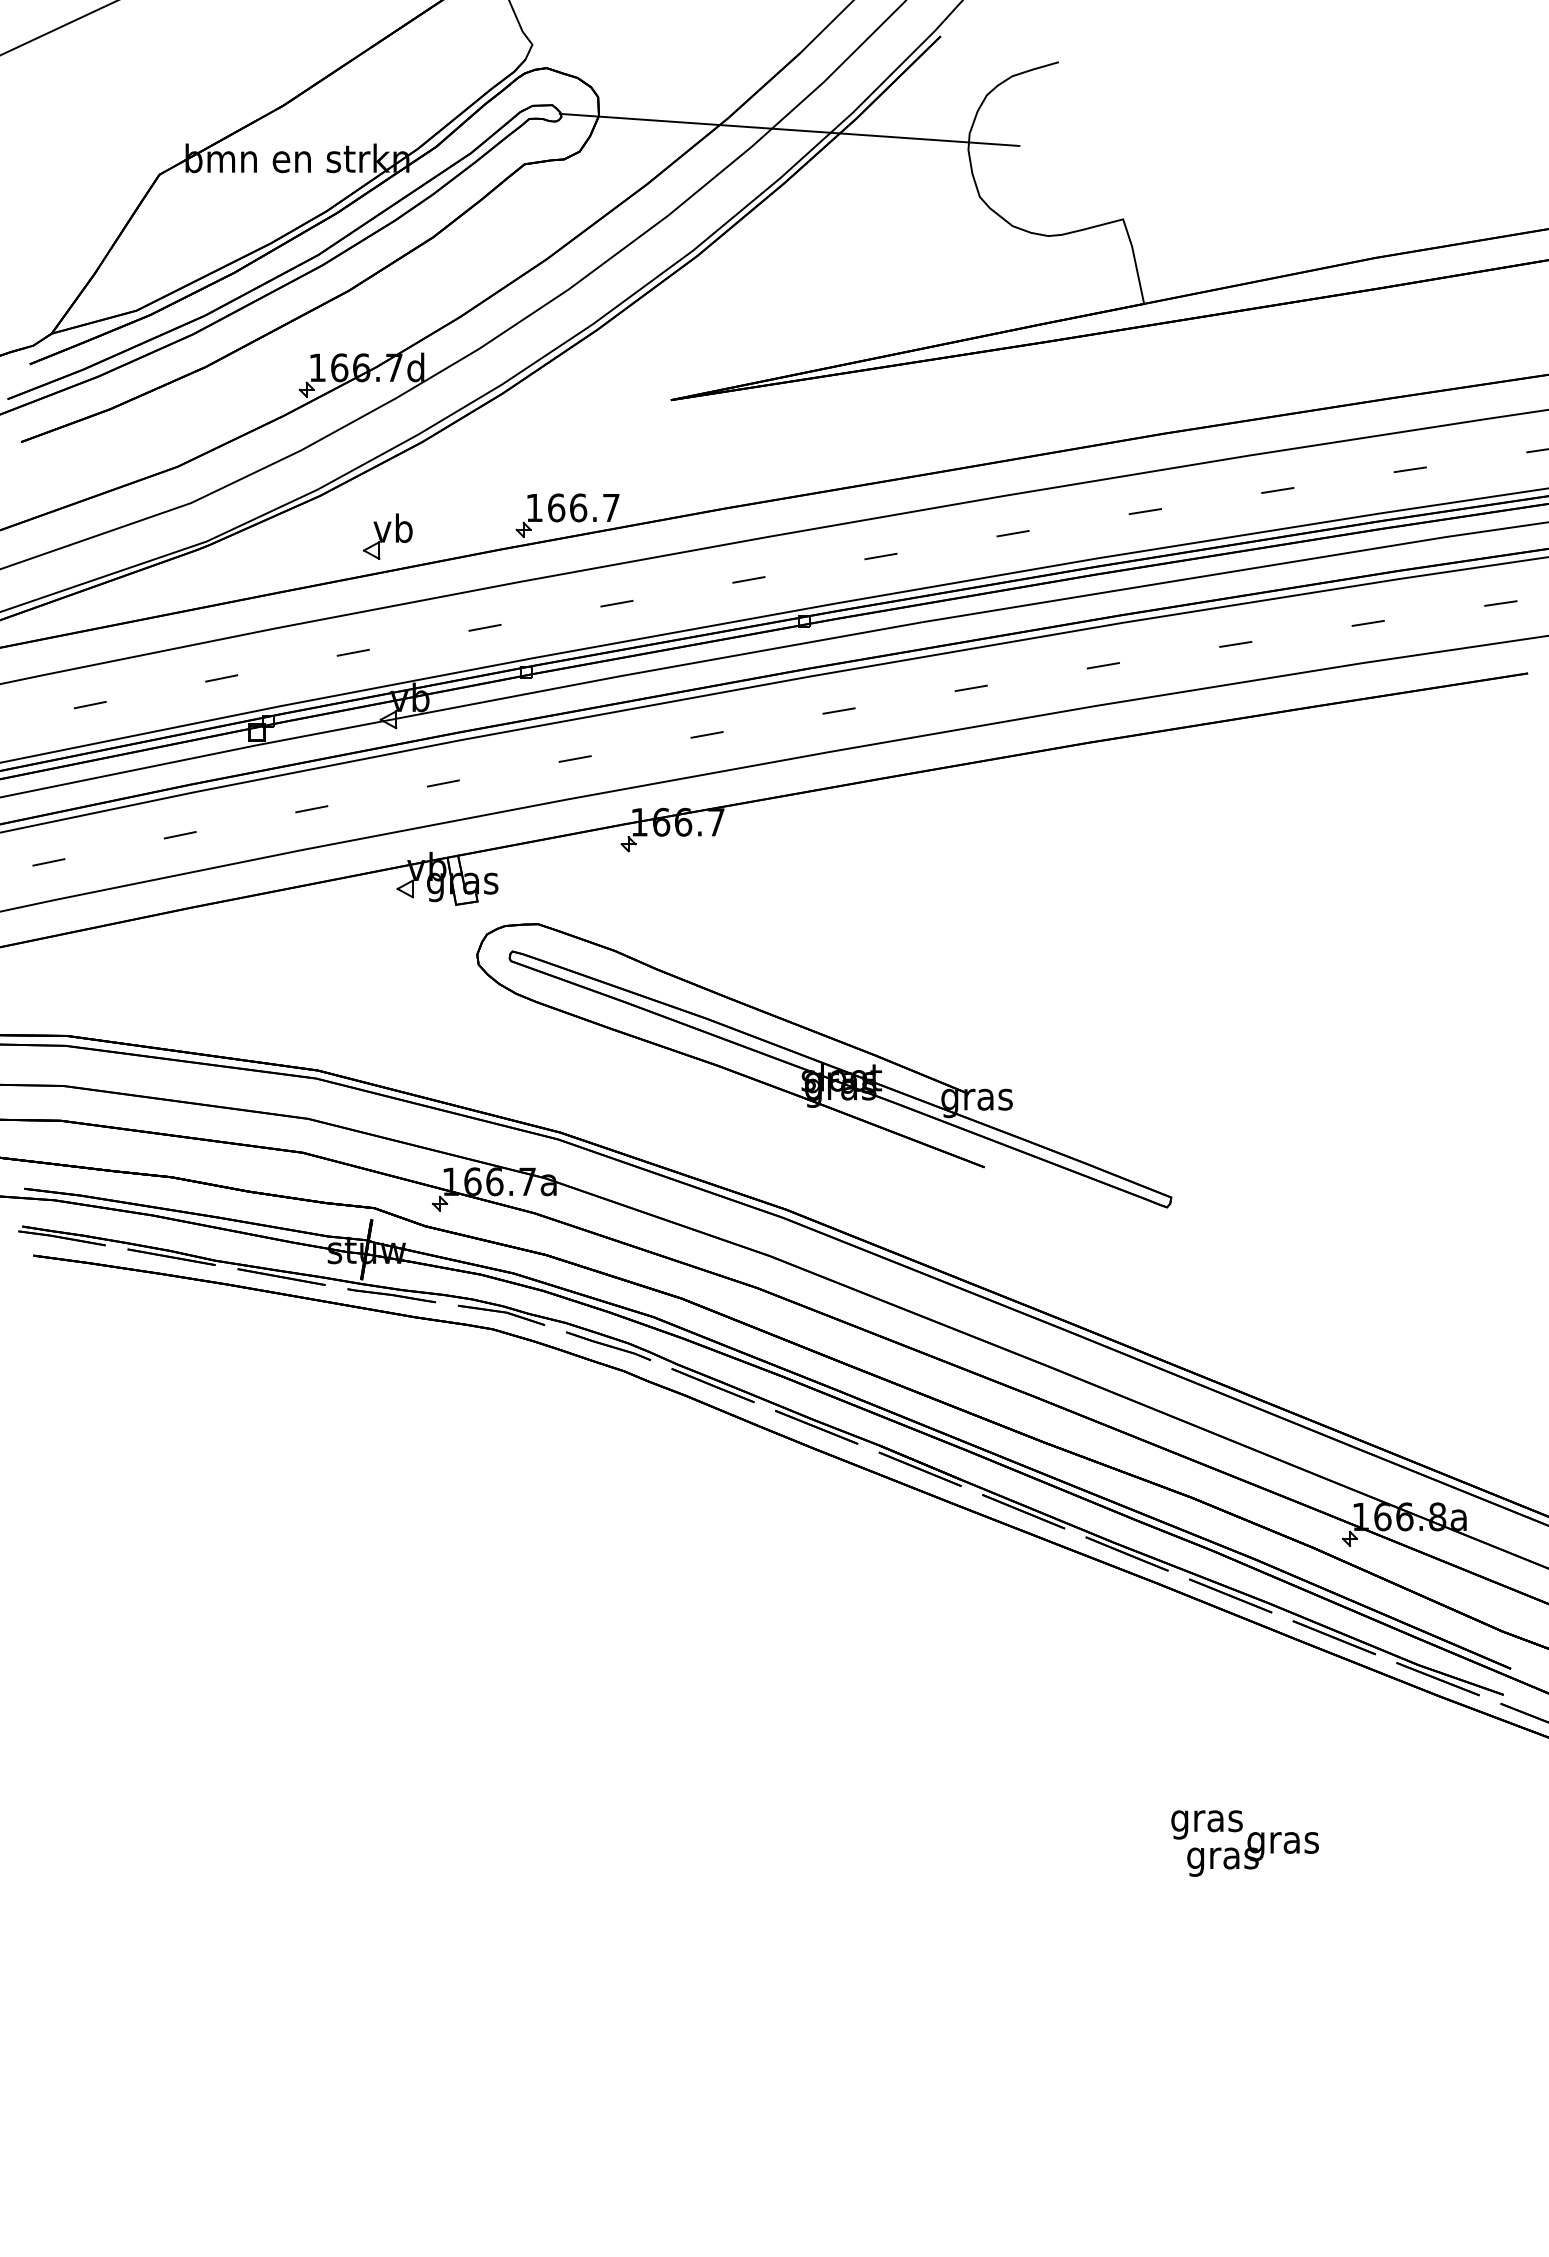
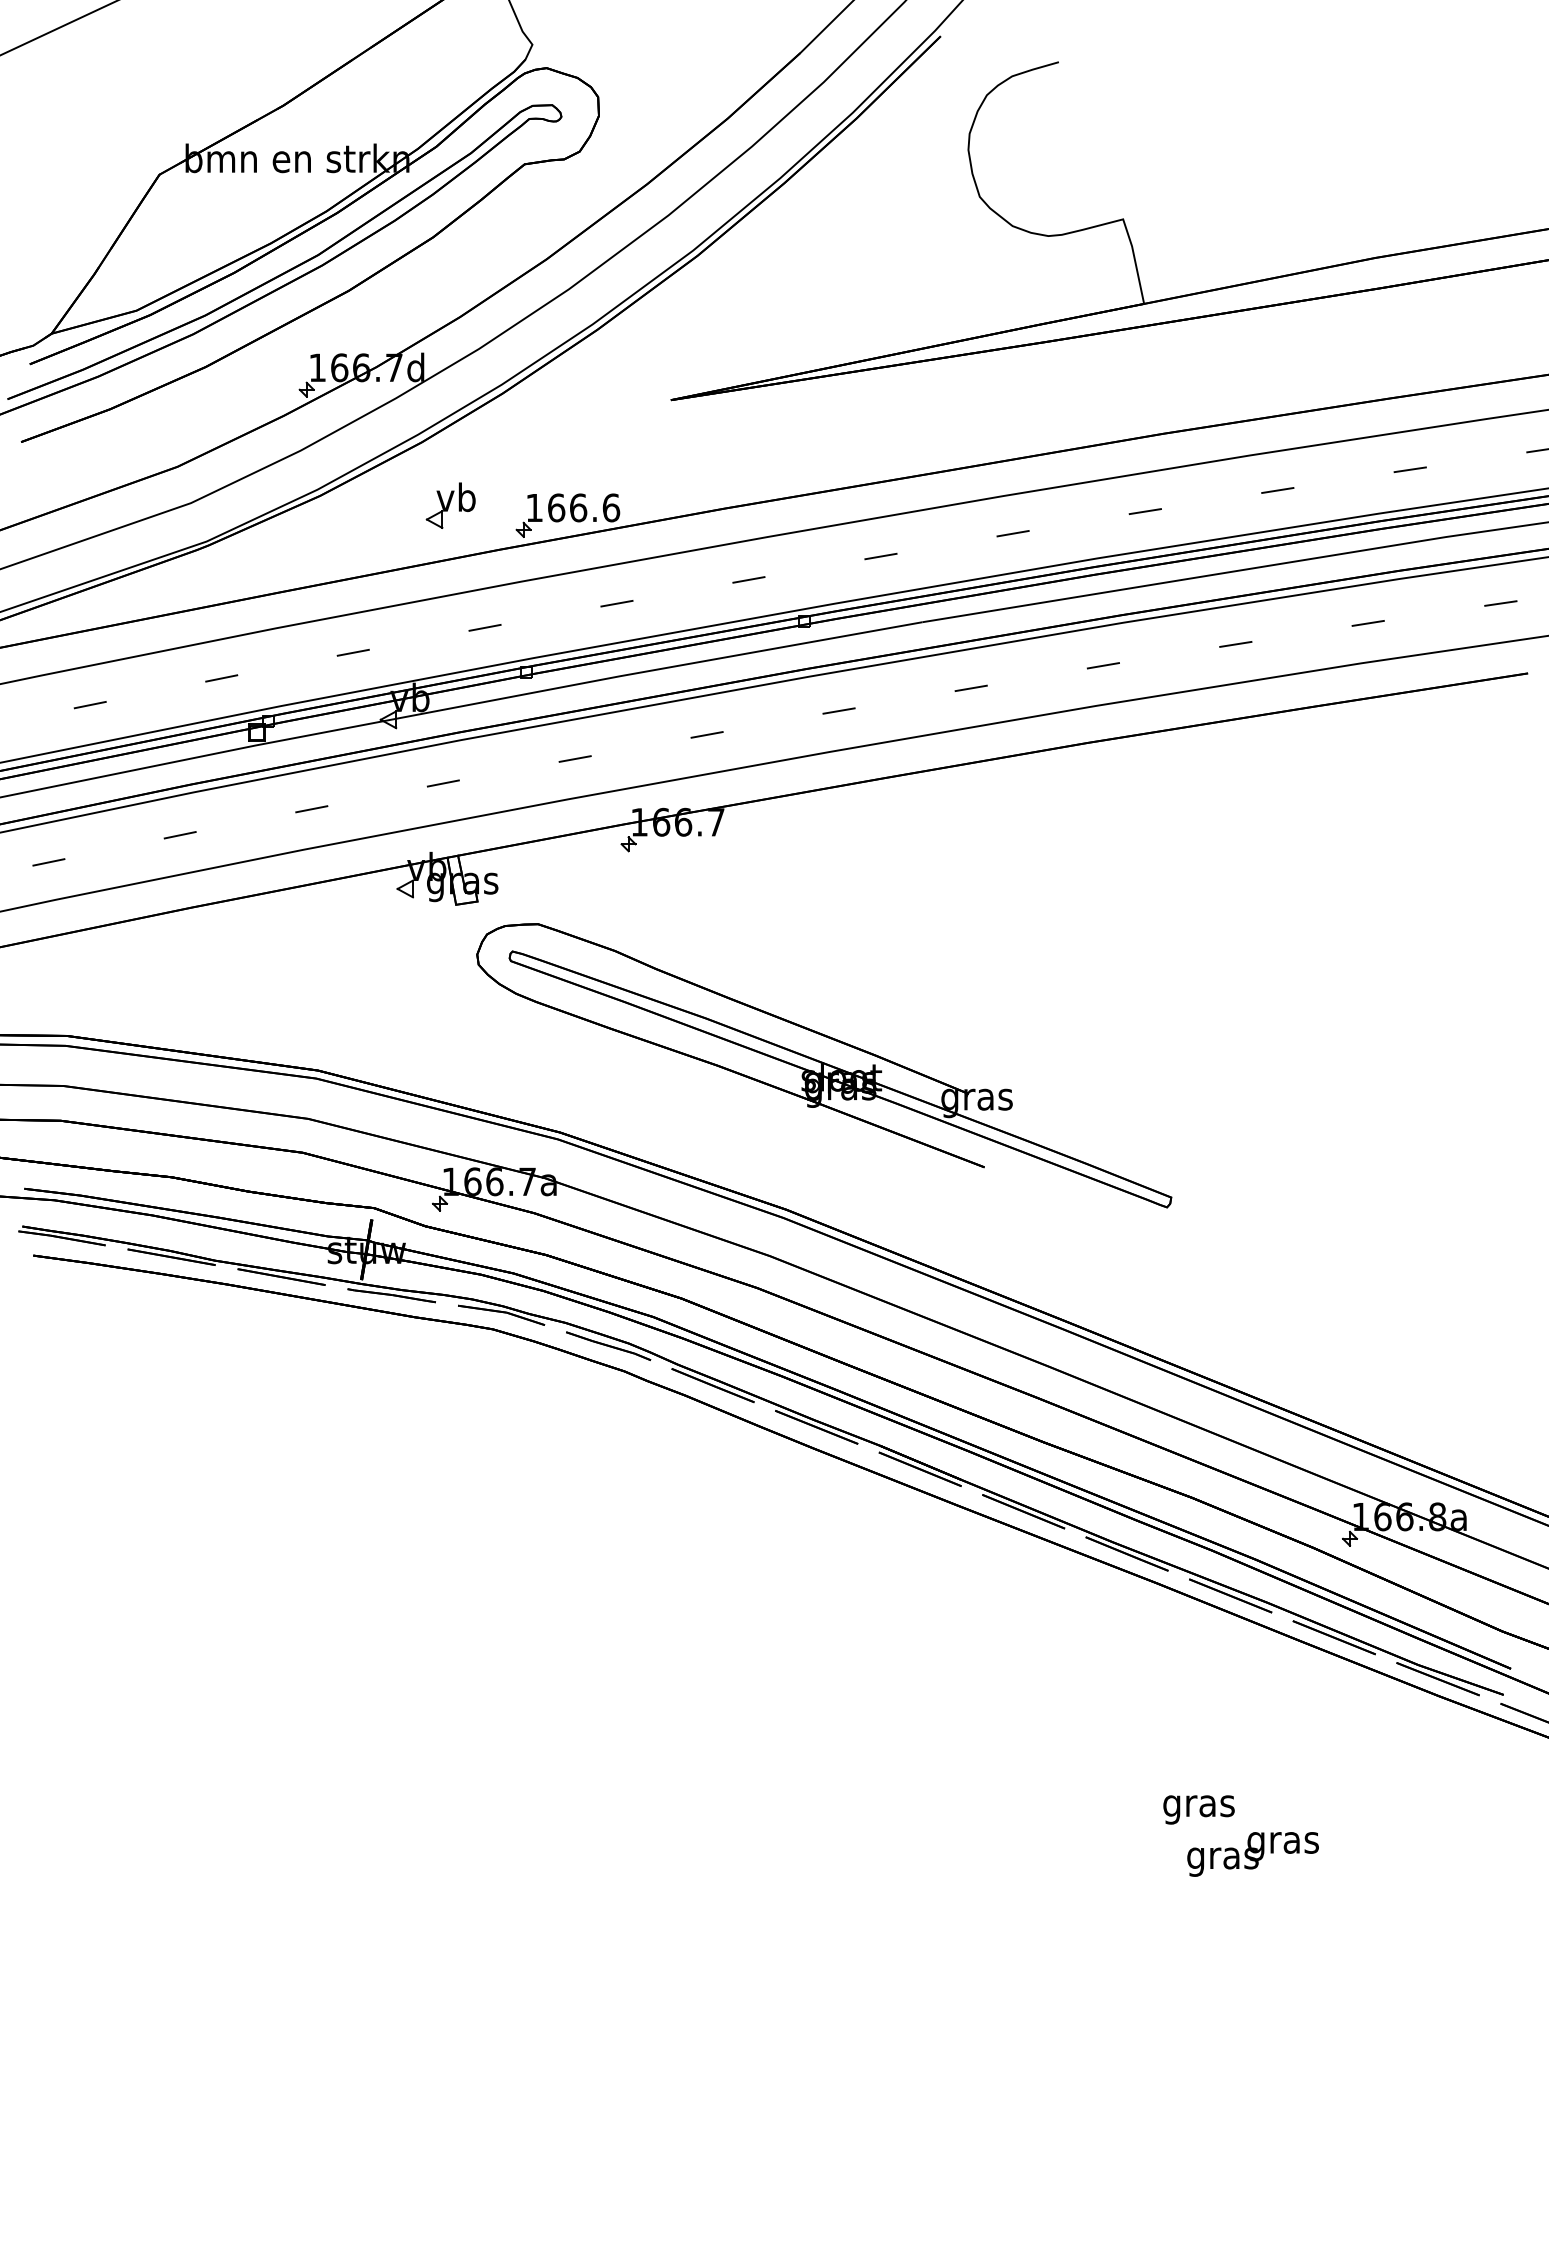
line at (789, 129): present -> none
text at (611, 507): 166.7 -> 166.6
part at (387, 536) position: (387, 536) -> (450, 505)
text at (1206, 1824) position: (1206, 1824) -> (1198, 1809)
